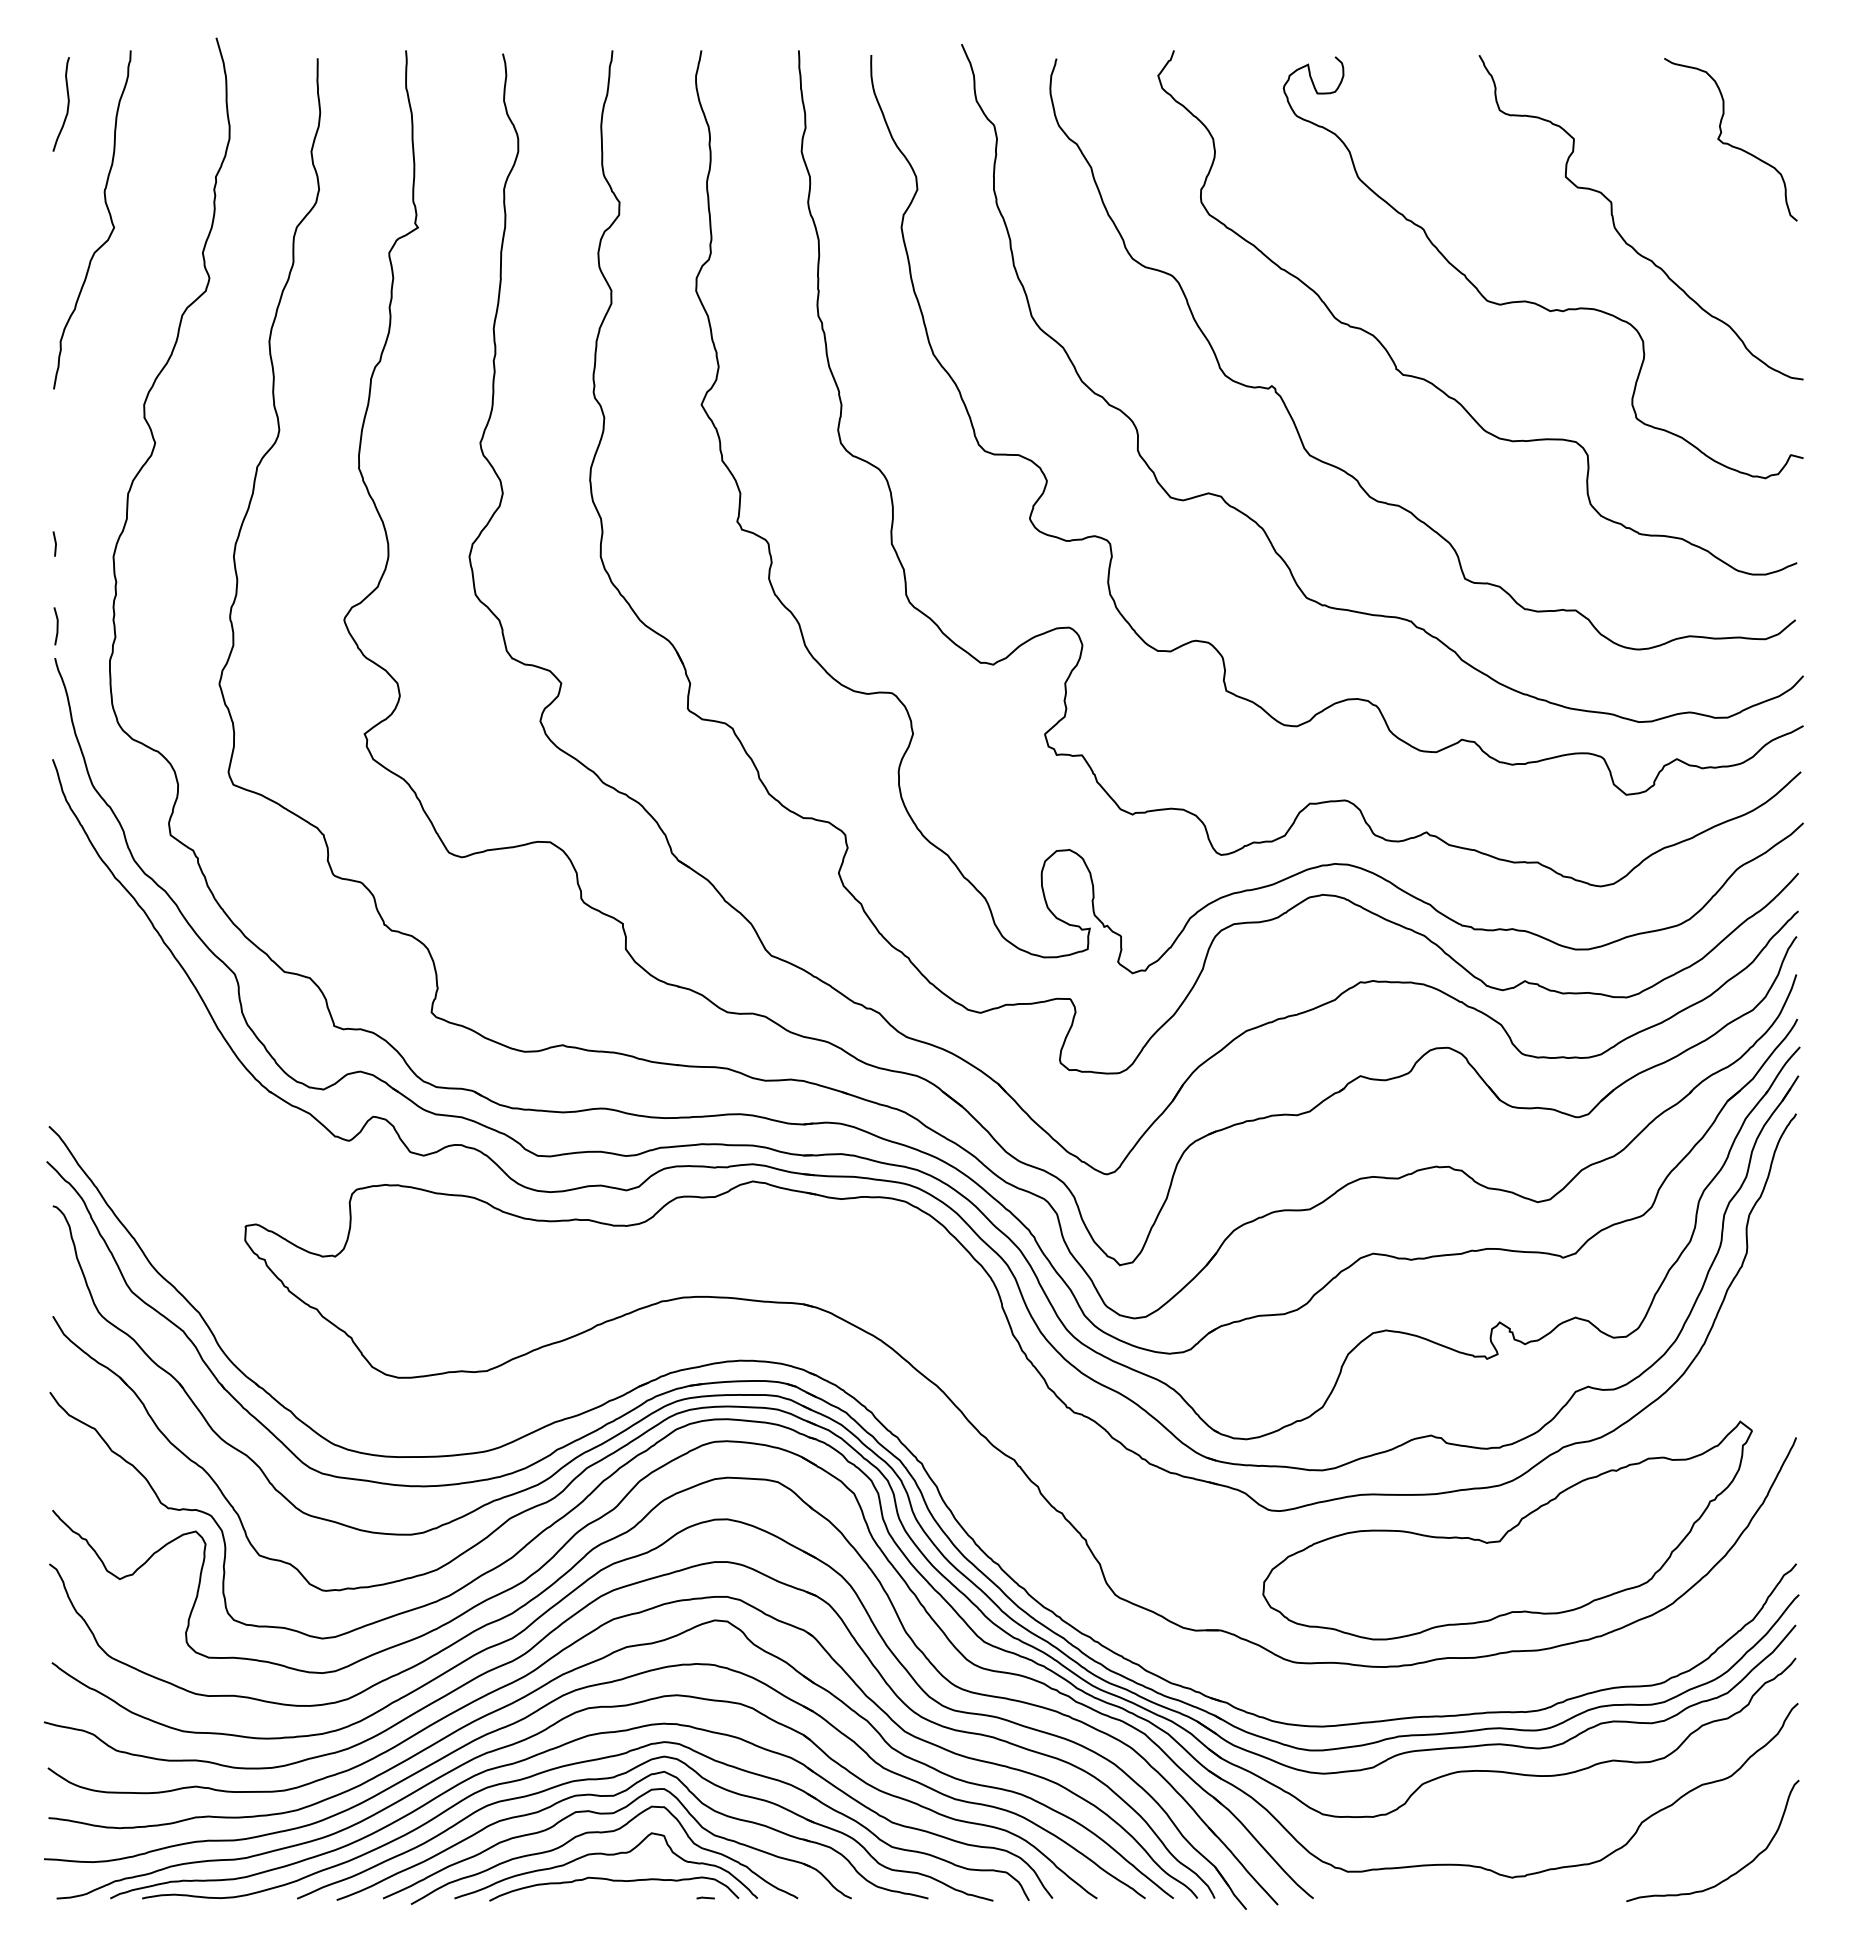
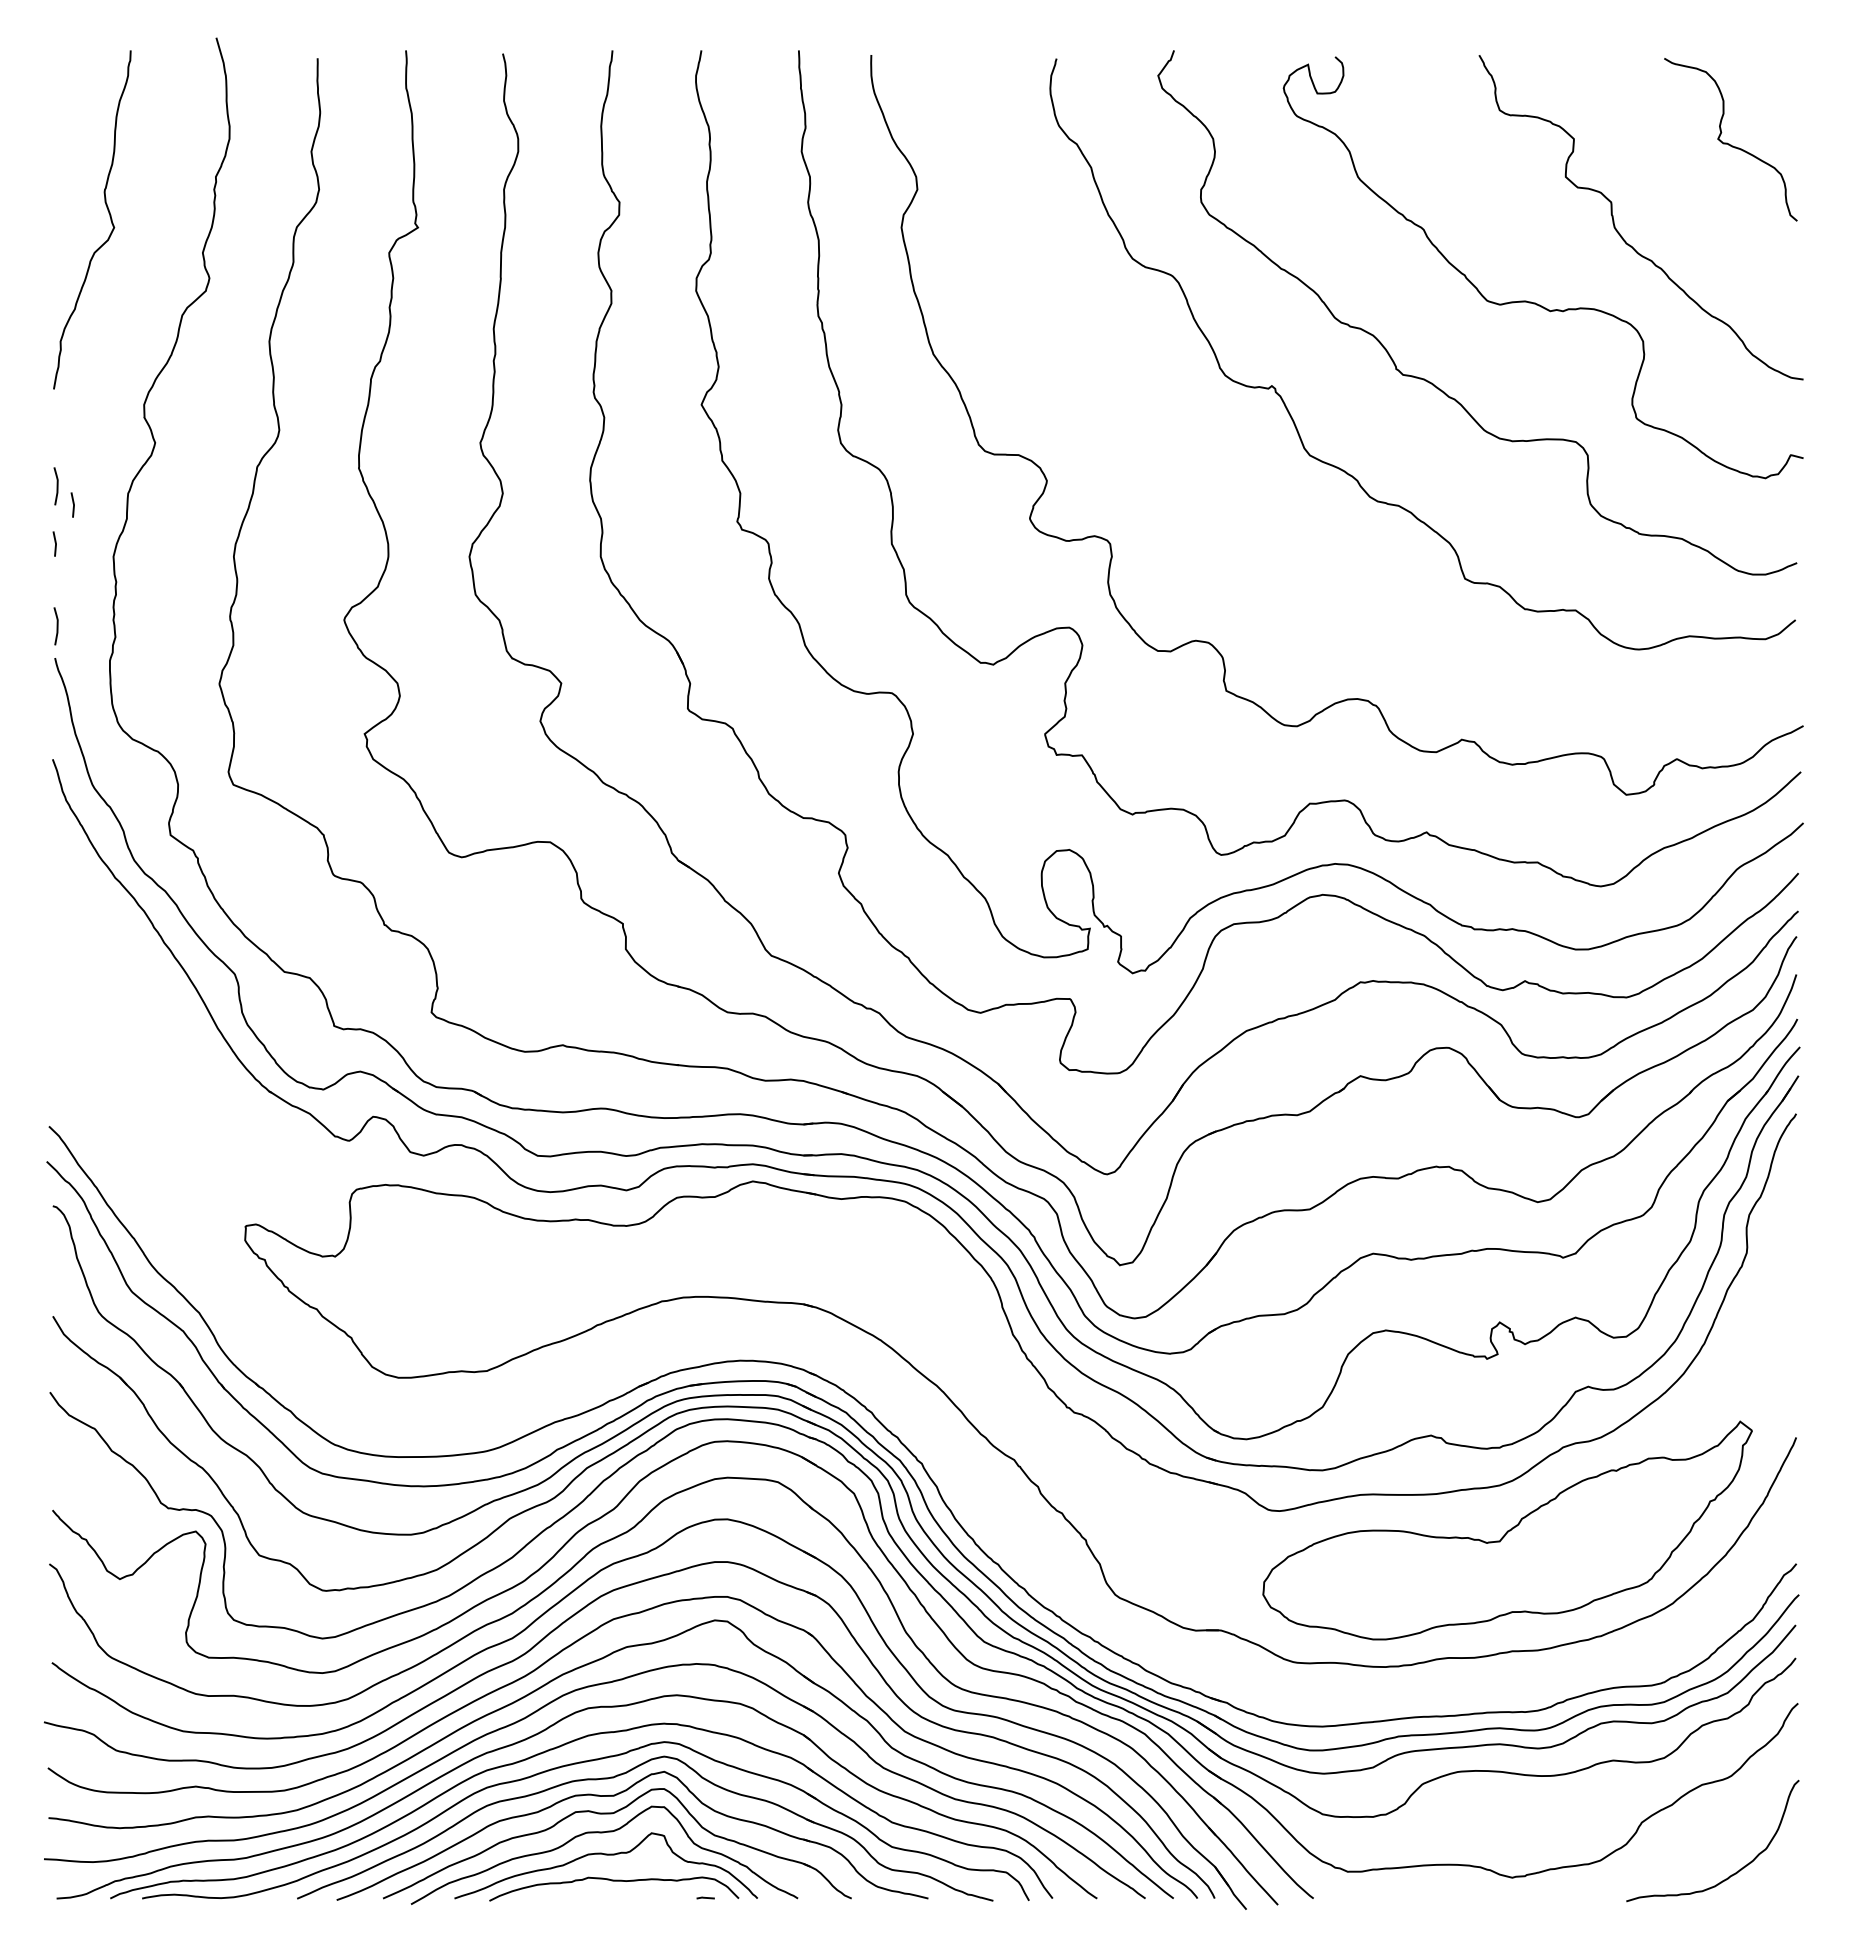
curve at (67, 104): present -> none
line at (56, 486): none -> present
line at (72, 503): none -> present
curve at (1256, 521): present -> none
